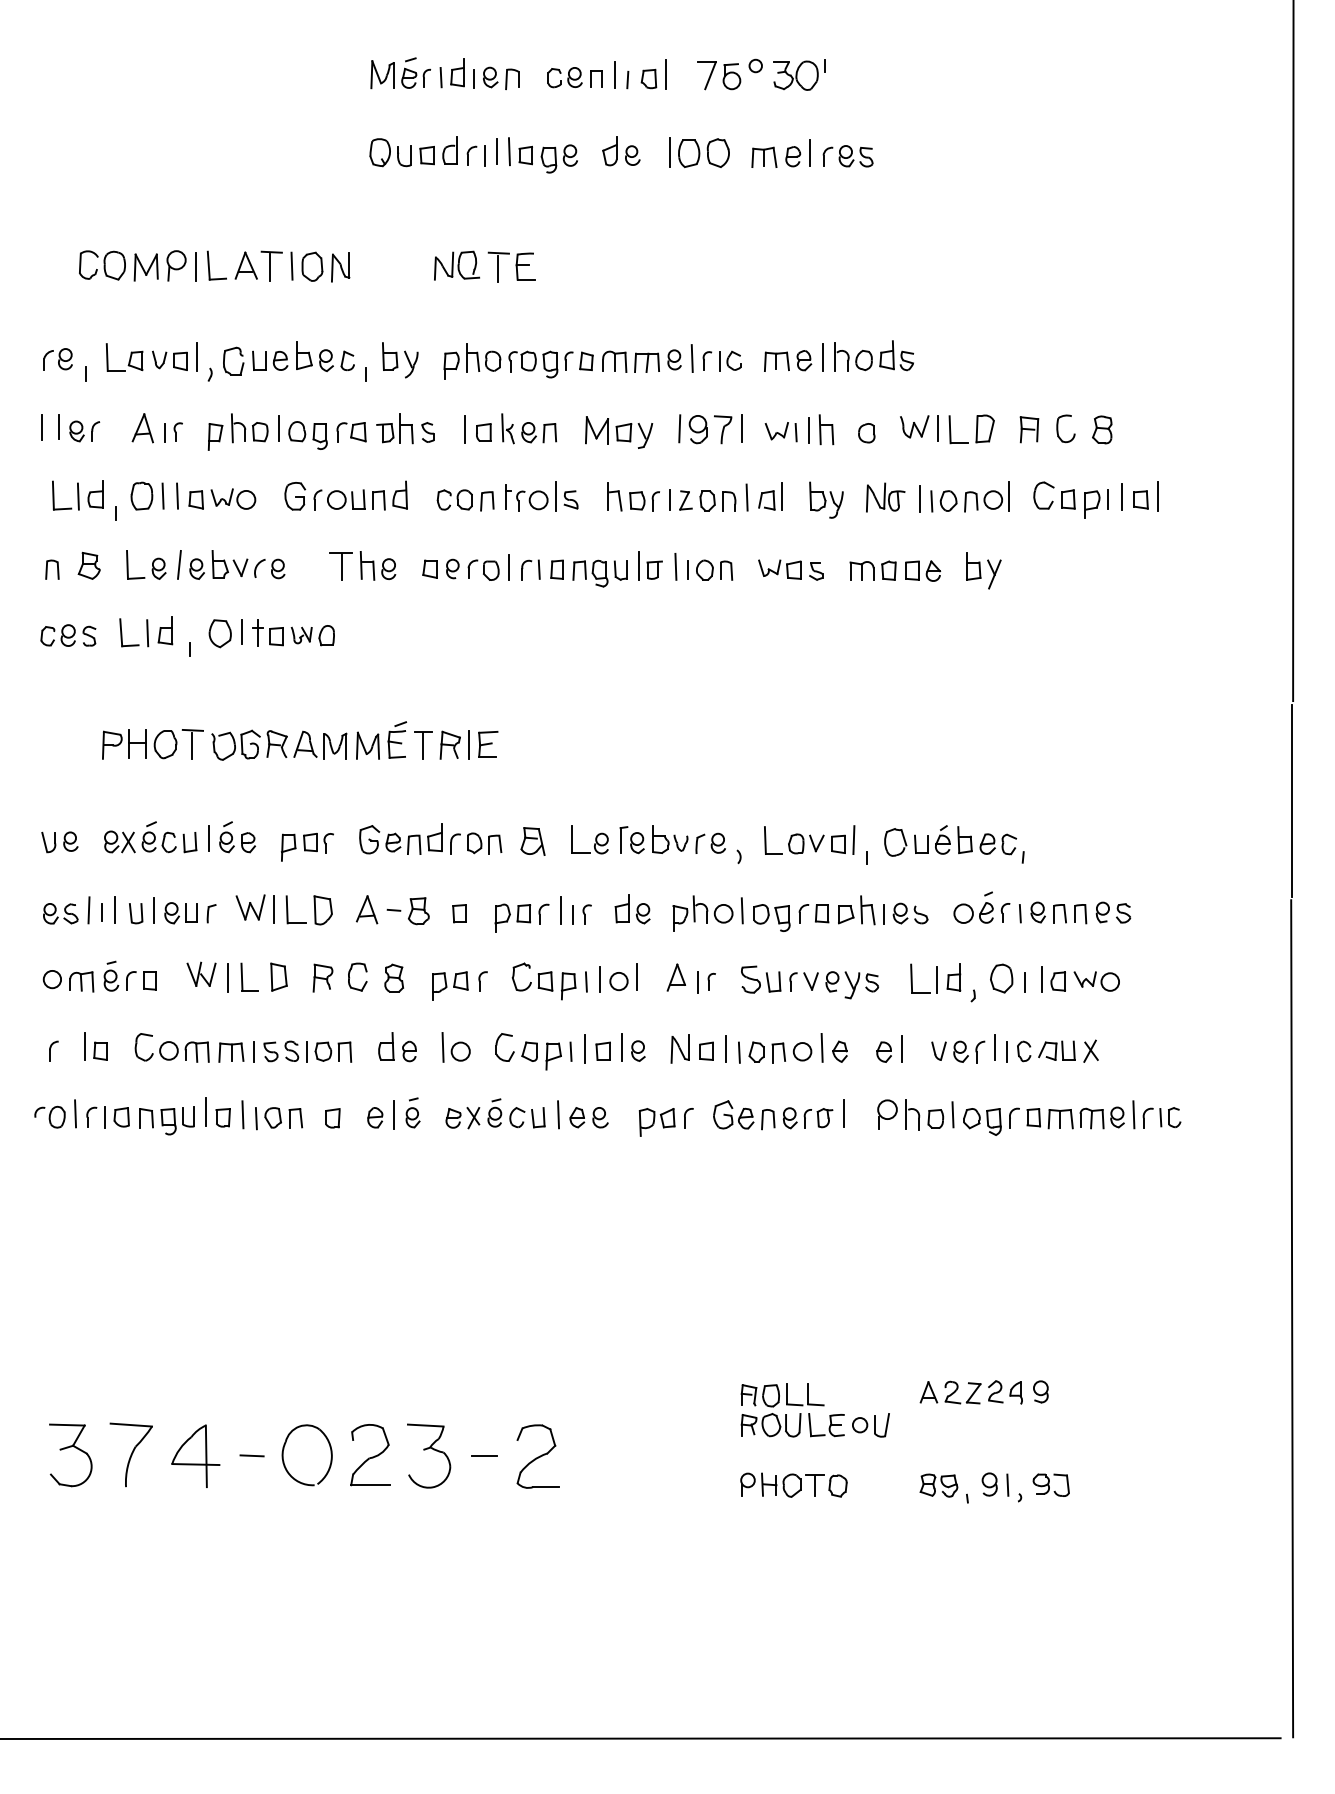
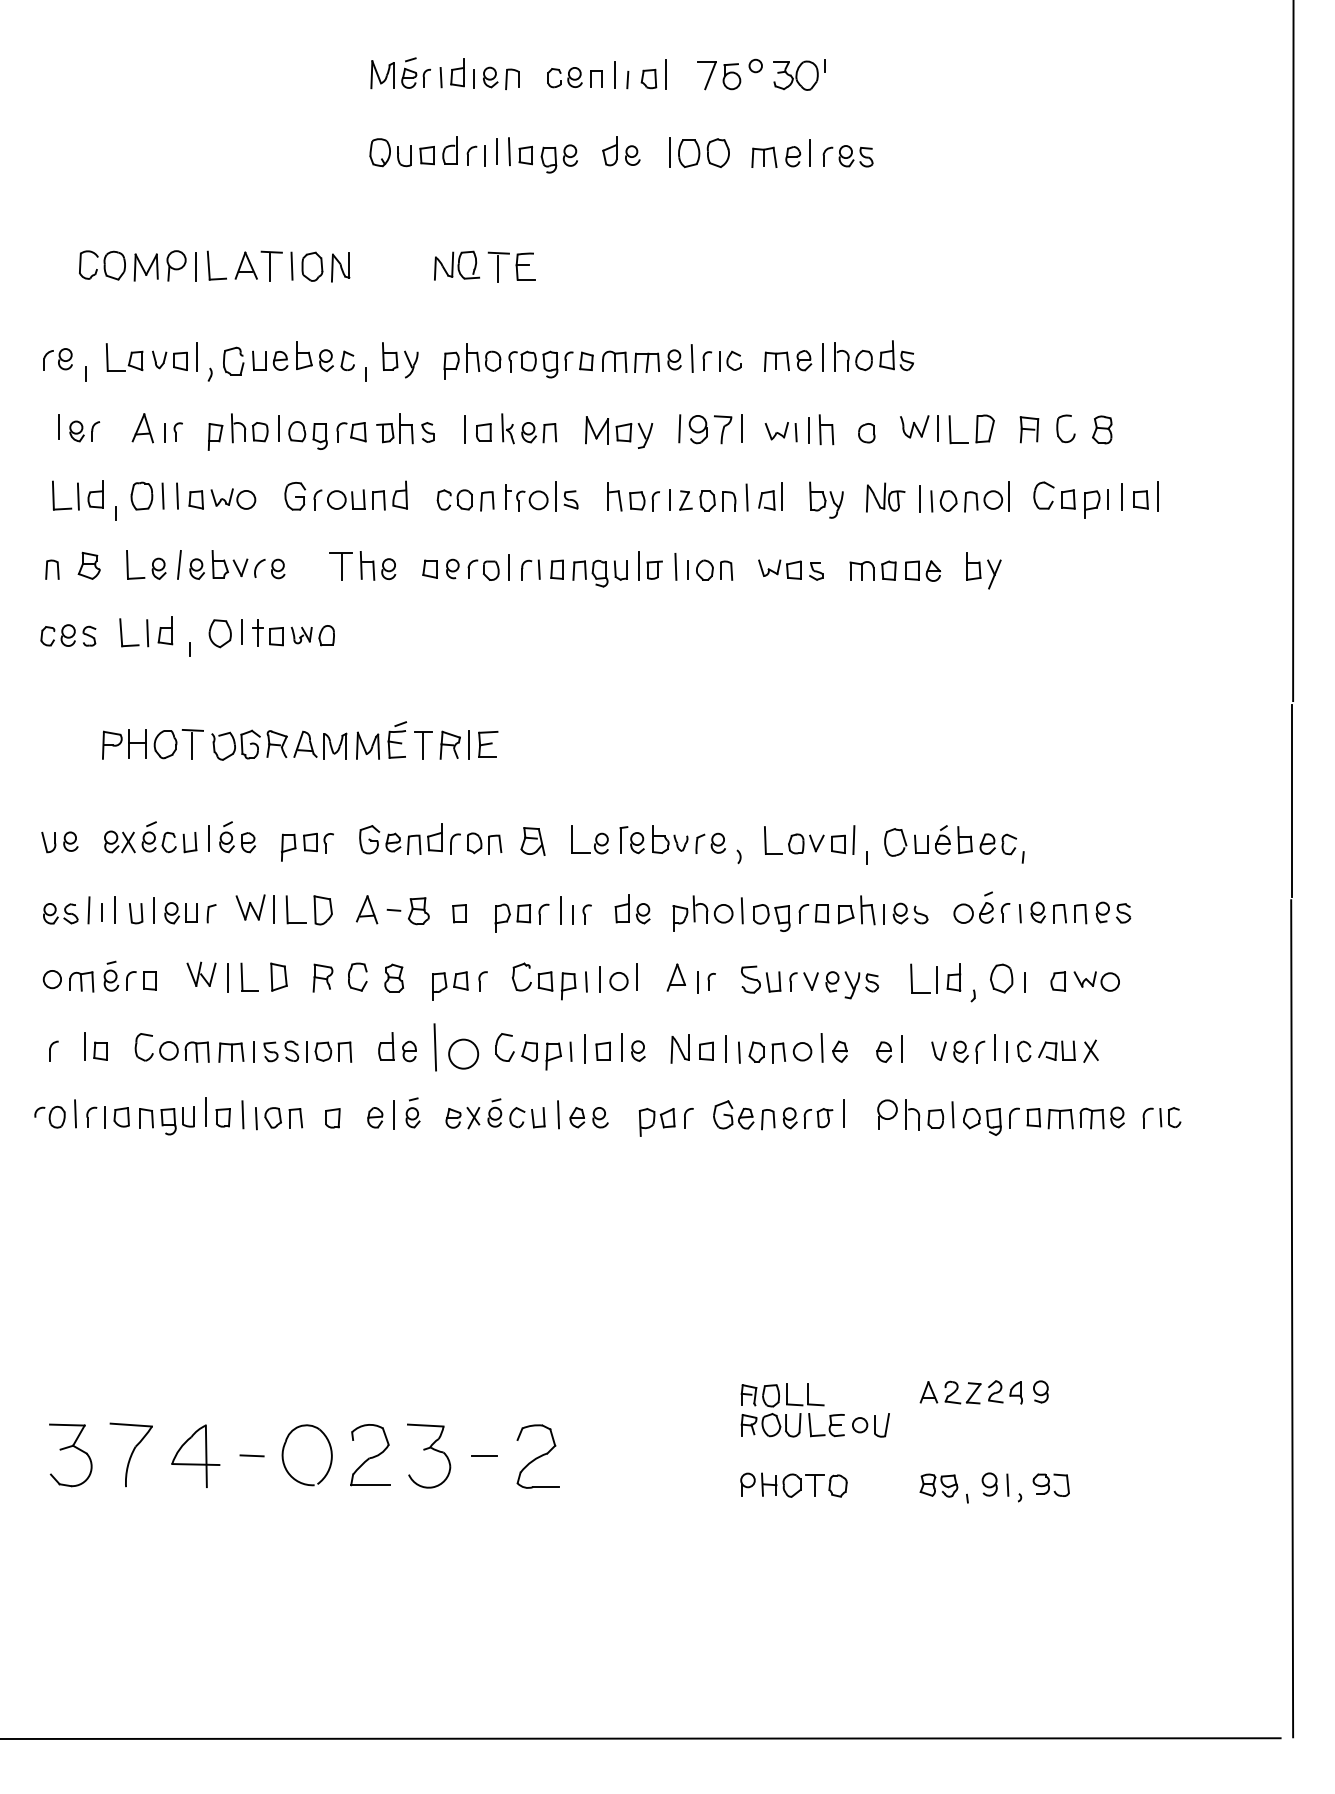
line at (42, 427): present -> none
line at (1042, 978): present -> none
part at (455, 1047) size: 30x31 px -> 47x49 px
line at (1133, 1114): present -> none
